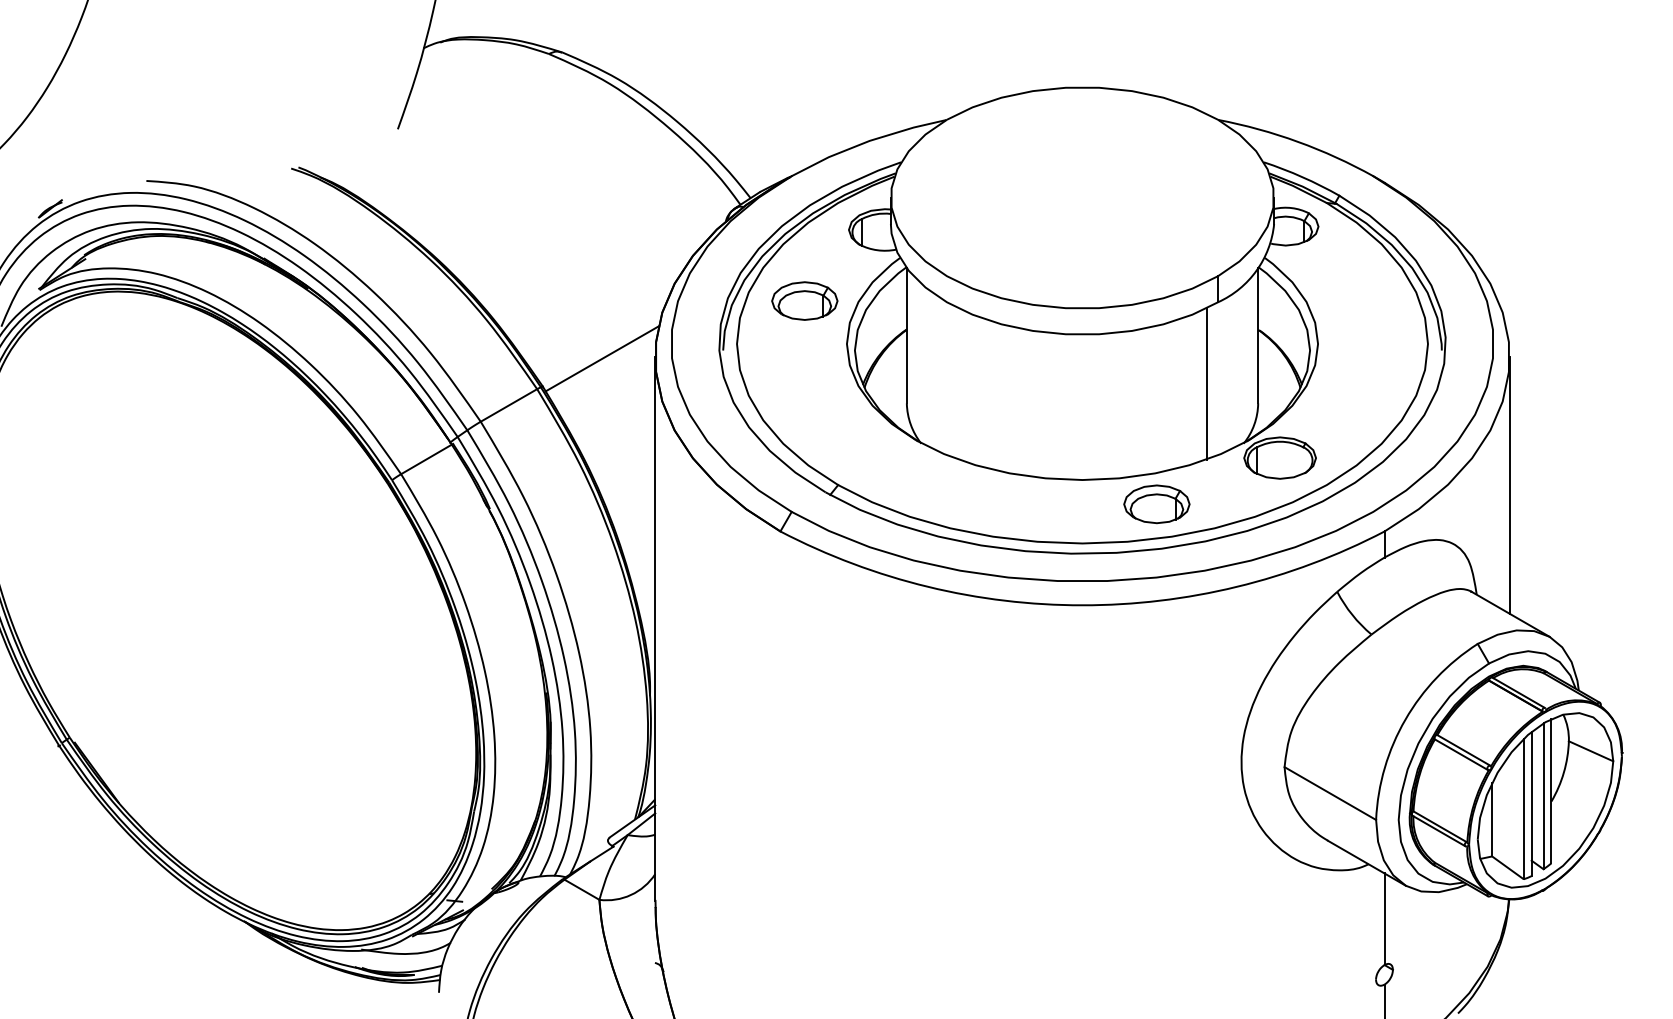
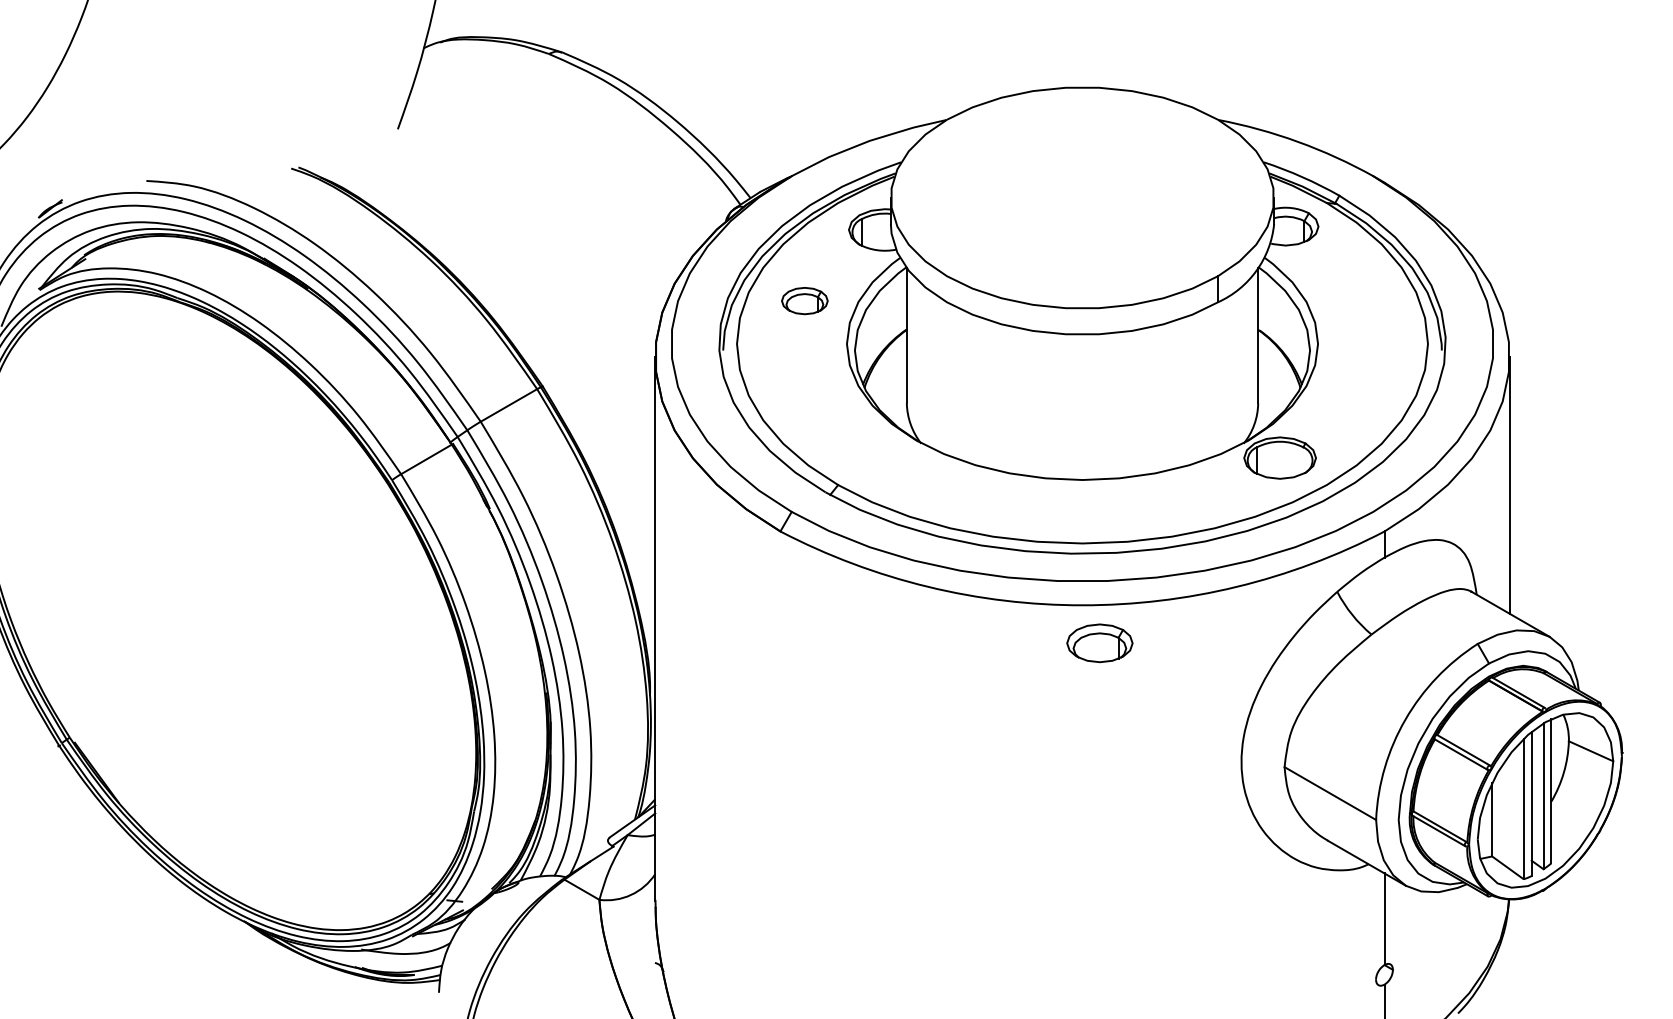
part at (804, 300) size: 68x40 px -> 48x29 px
line at (601, 358): present -> none
line at (1206, 383): present -> none
part at (1156, 504) position: (1156, 504) -> (1099, 643)
